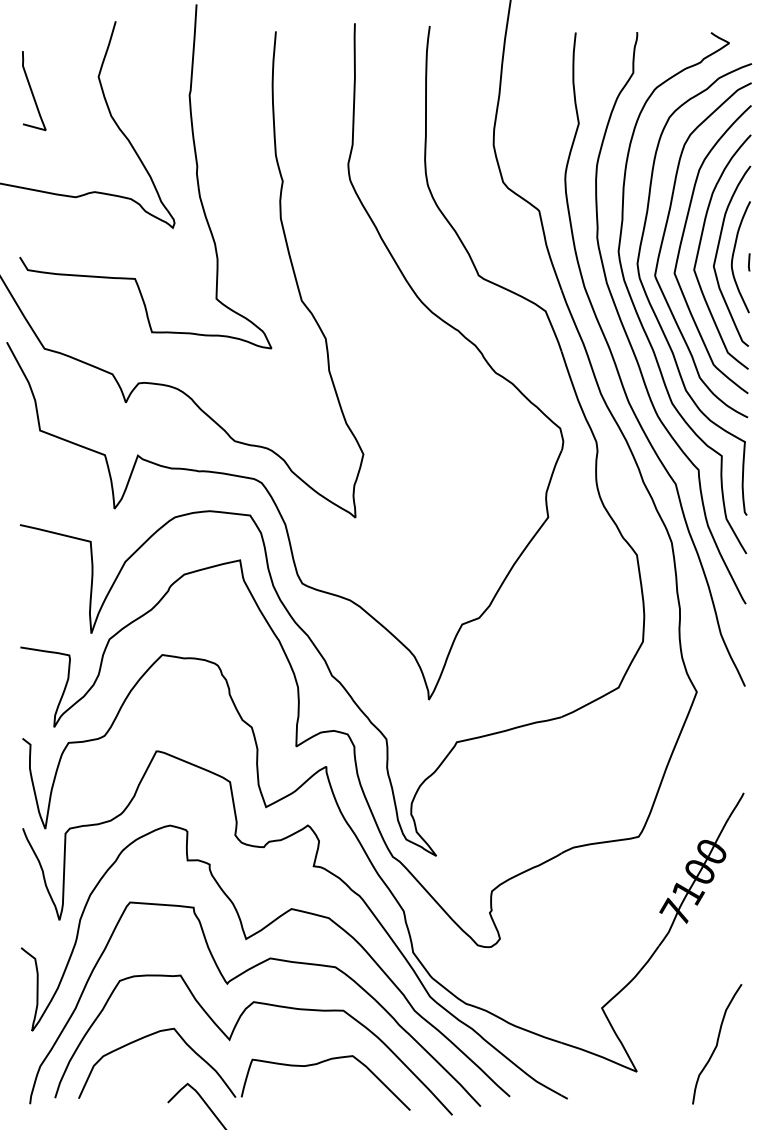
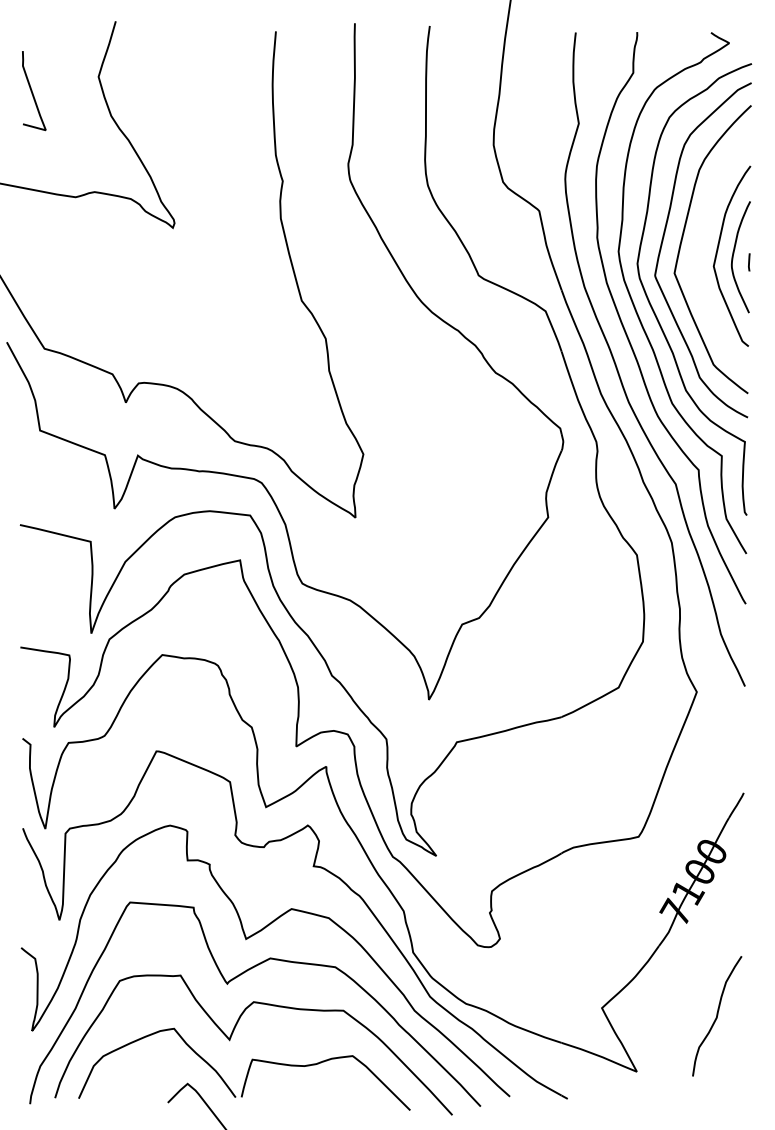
curve at (196, 176): present -> none
curve at (700, 246): present -> none
curve at (717, 1044) position: (717, 1044) -> (717, 1016)
